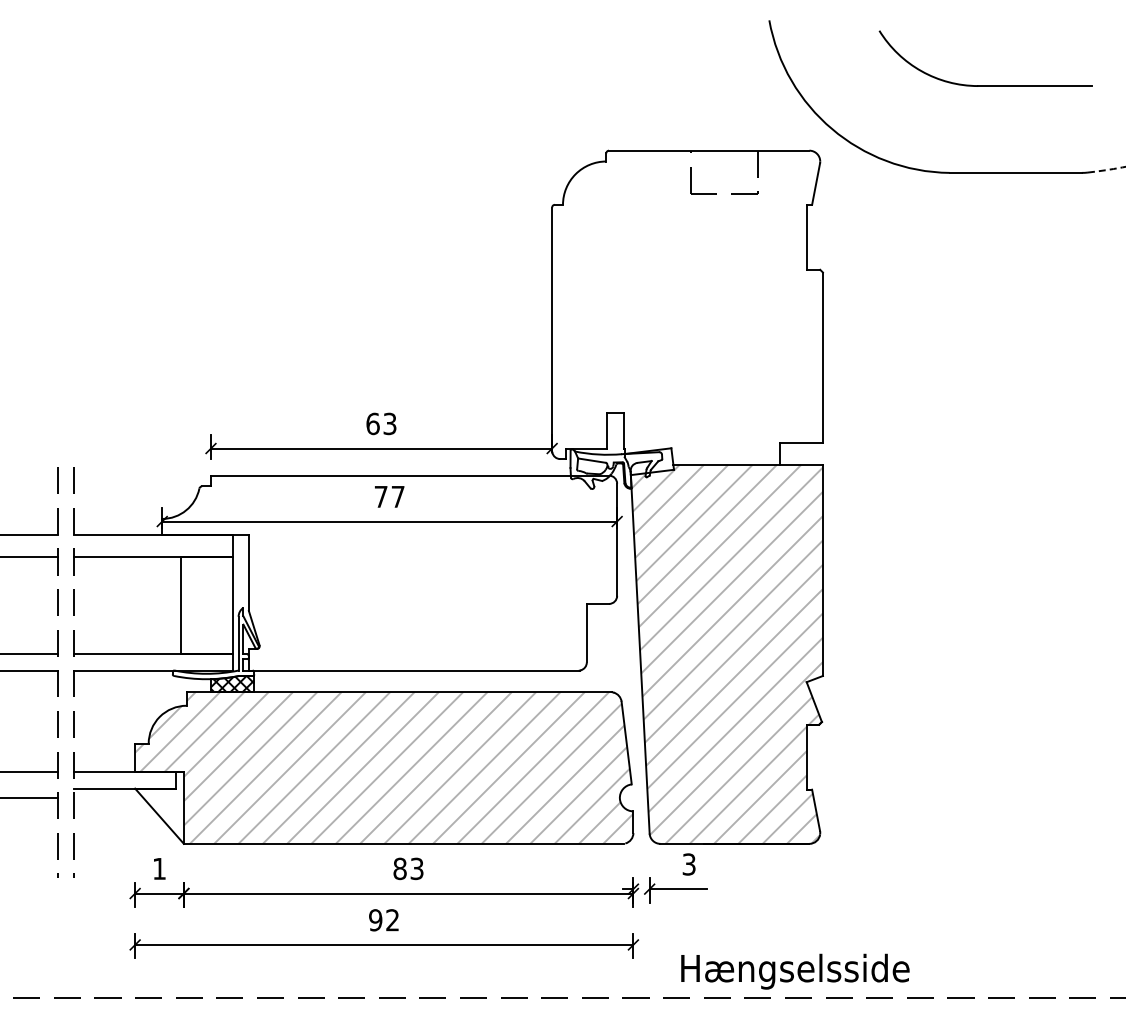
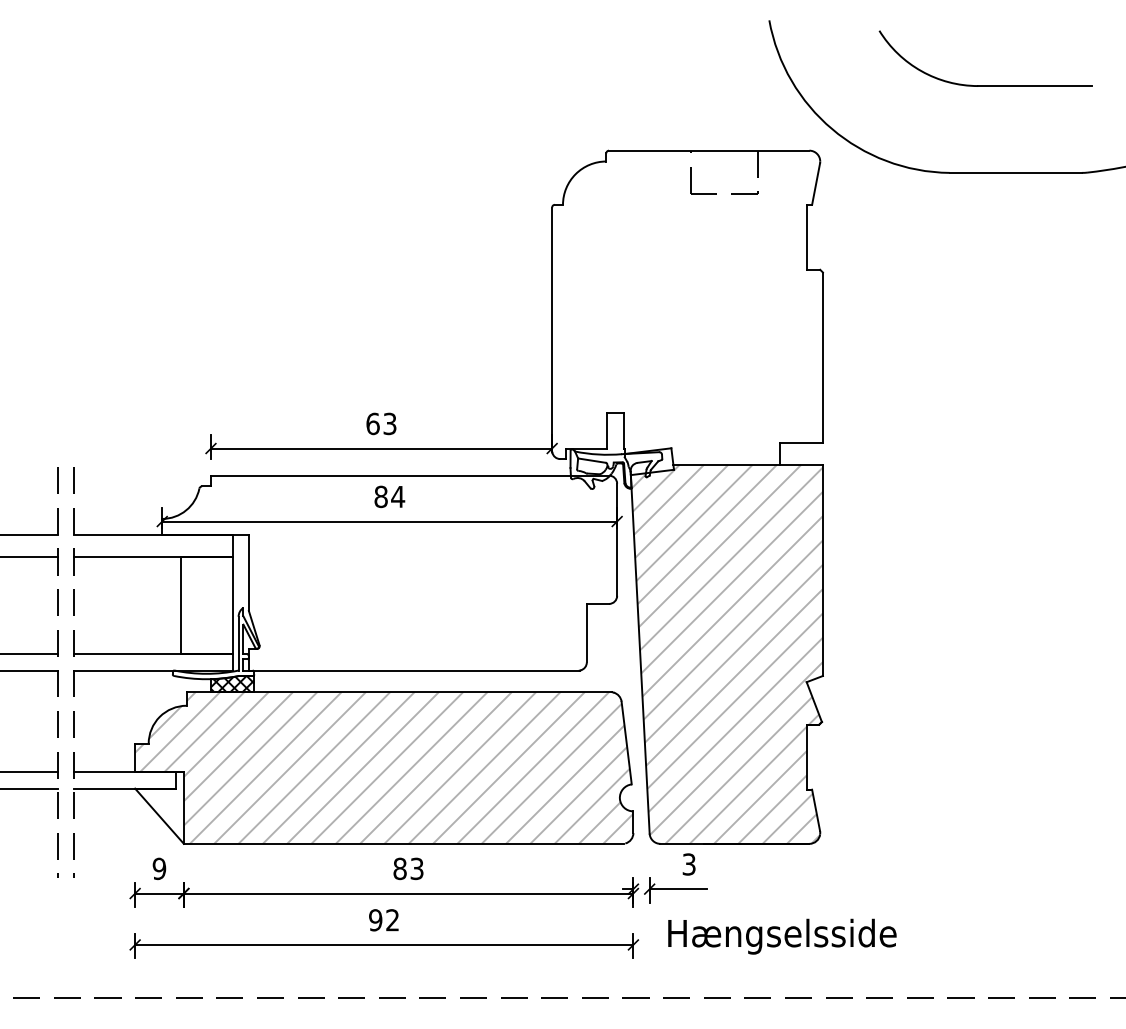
arc at (1107, 170): dashed -> solid
text at (389, 496): 77 -> 84
line at (29, 797) position: (29, 797) -> (29, 788)
text at (159, 868): 1 -> 9
text at (795, 971) position: (795, 971) -> (782, 936)
